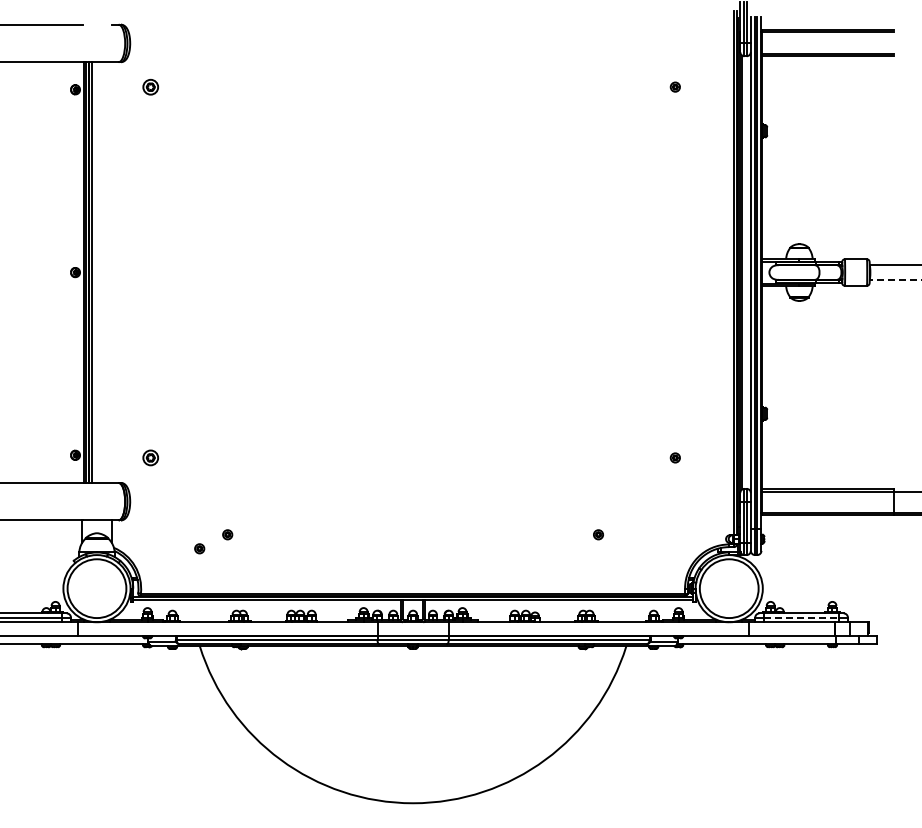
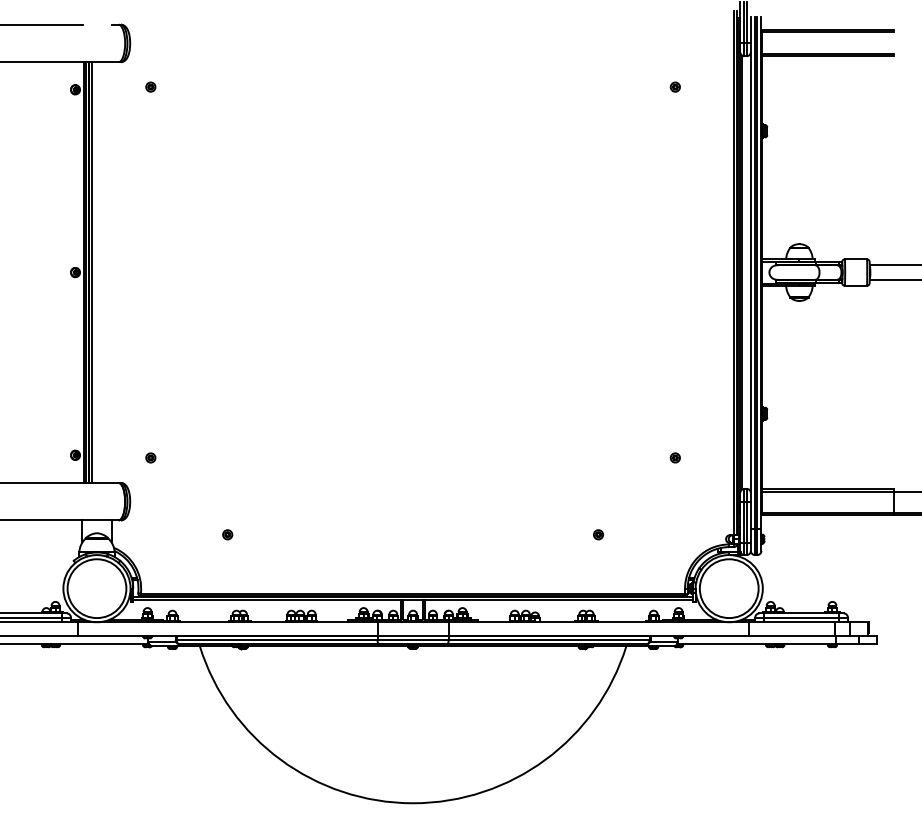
part at (150, 86) size: 17x18 px -> 12x12 px
line at (895, 279): dashed -> solid
part at (150, 457) size: 17x18 px -> 12x12 px
part at (199, 548): present -> none
line at (801, 617): dashed -> solid
